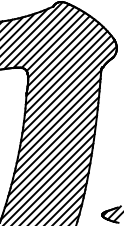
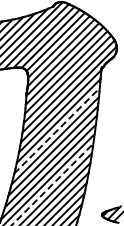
line at (57, 130): solid -> dashed
line at (52, 184): solid -> dashed
